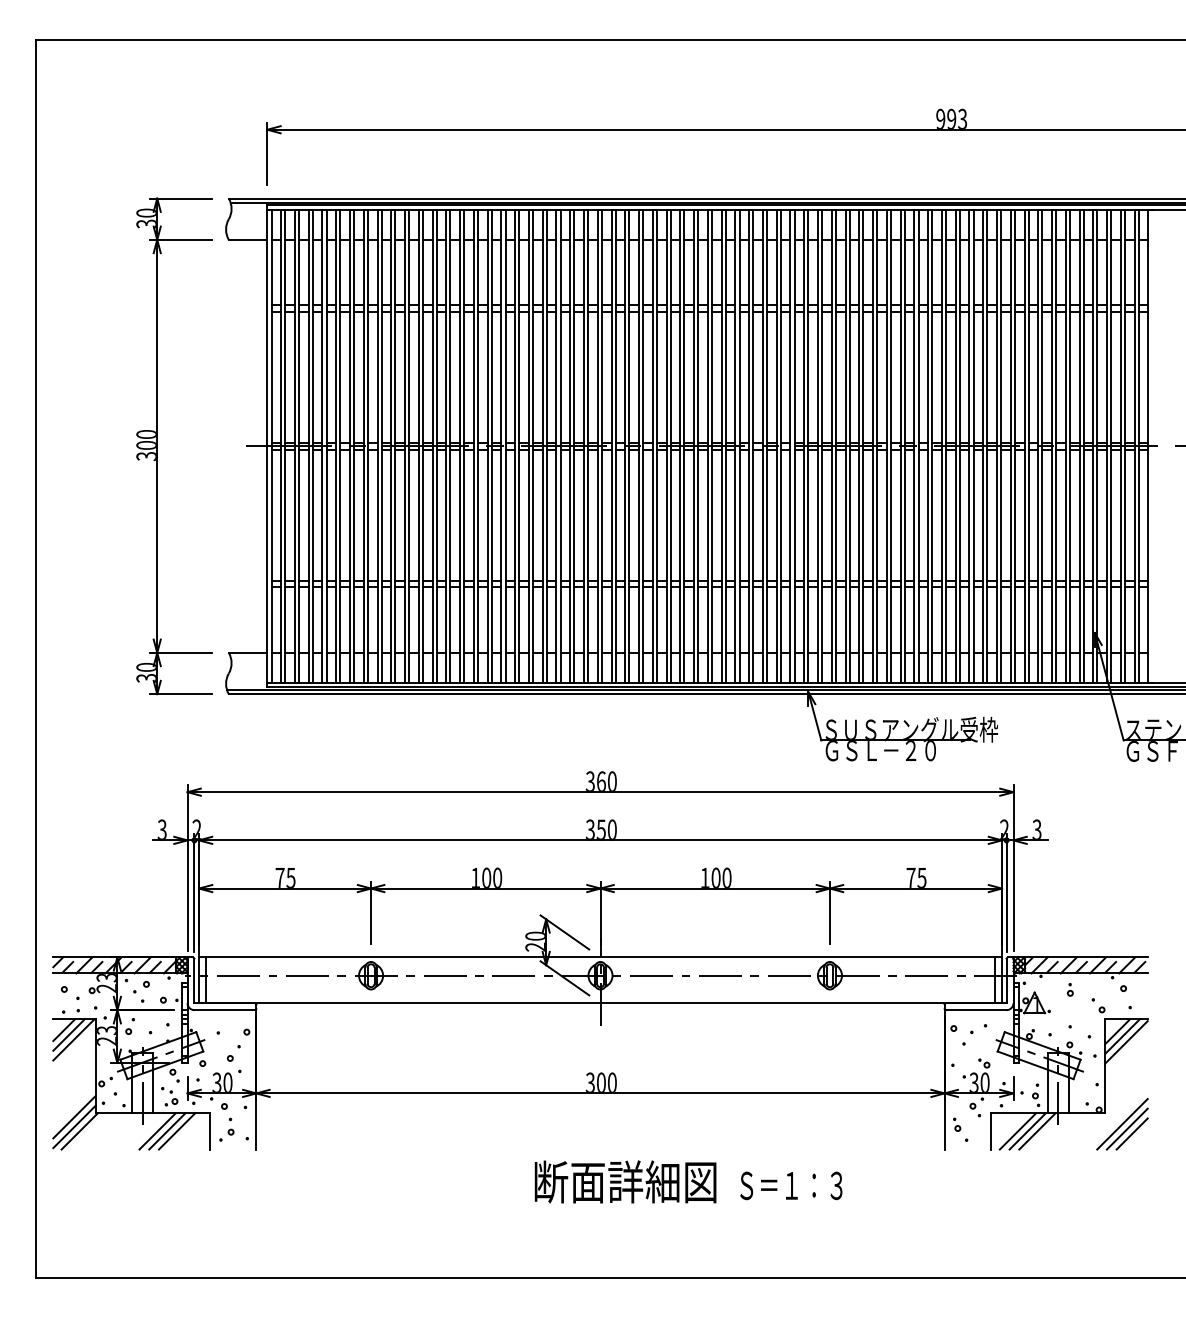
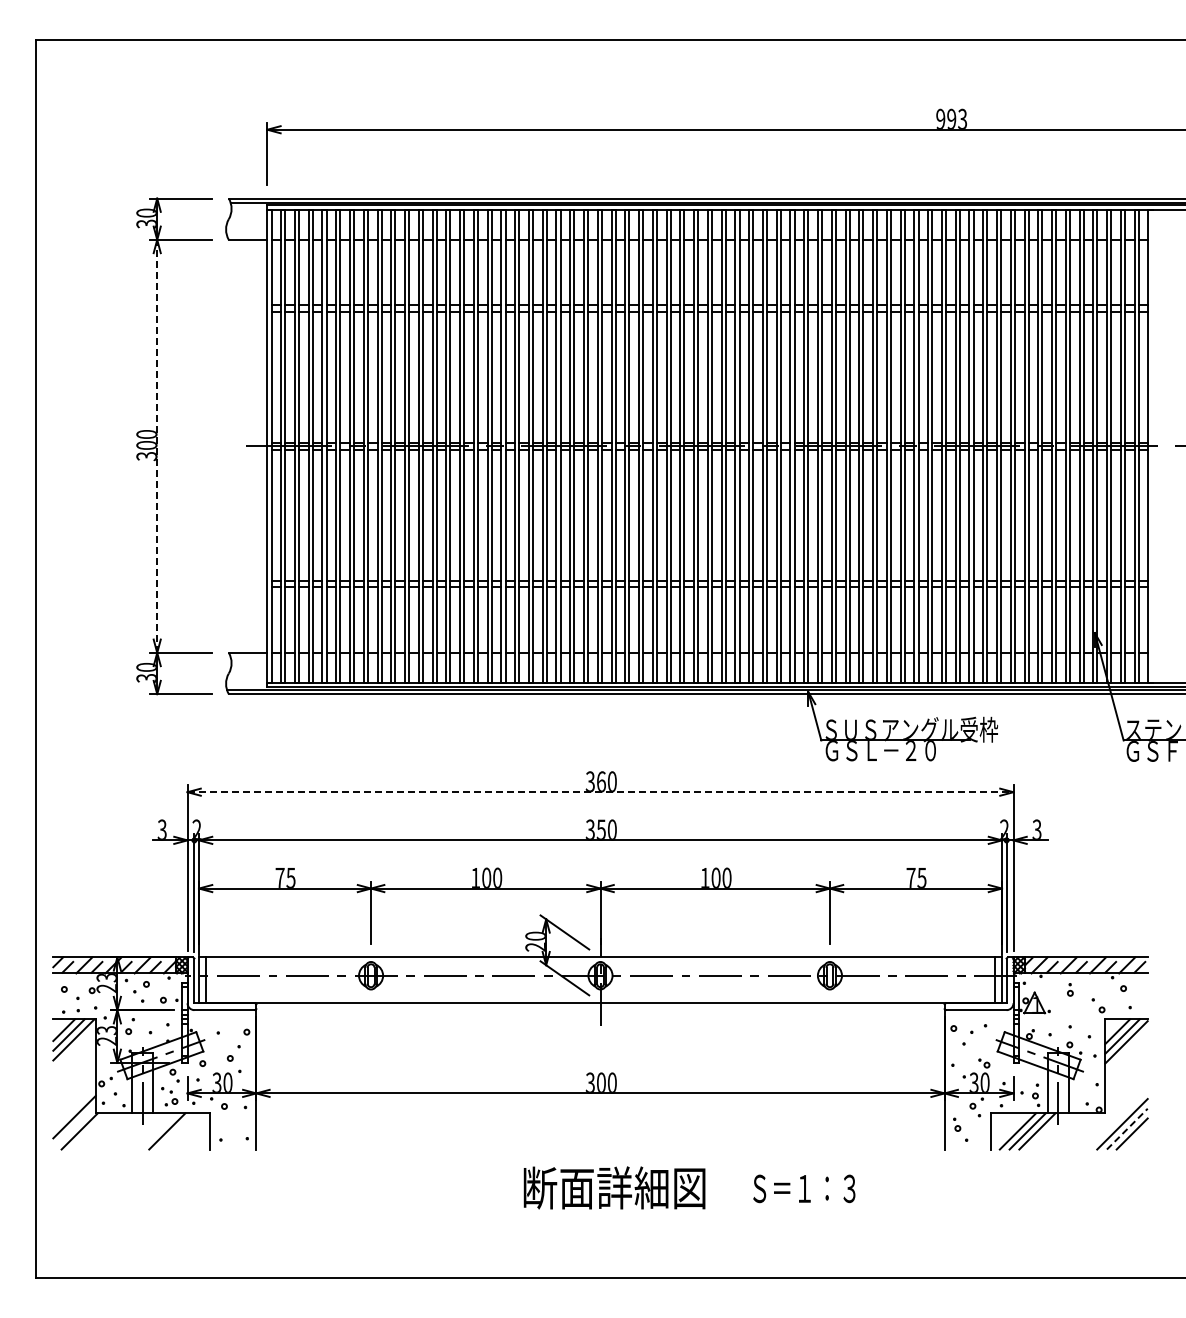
line at (157, 445): solid -> dashed
line at (600, 792): solid -> dashed
line at (74, 1126): present -> none
part at (230, 1126): present -> none
line at (1127, 1129): solid -> dashed
line at (157, 1131): present -> none
line at (176, 1131): present -> none
text at (625, 1181) position: (625, 1181) -> (614, 1187)
text at (791, 1185) position: (791, 1185) -> (804, 1188)
